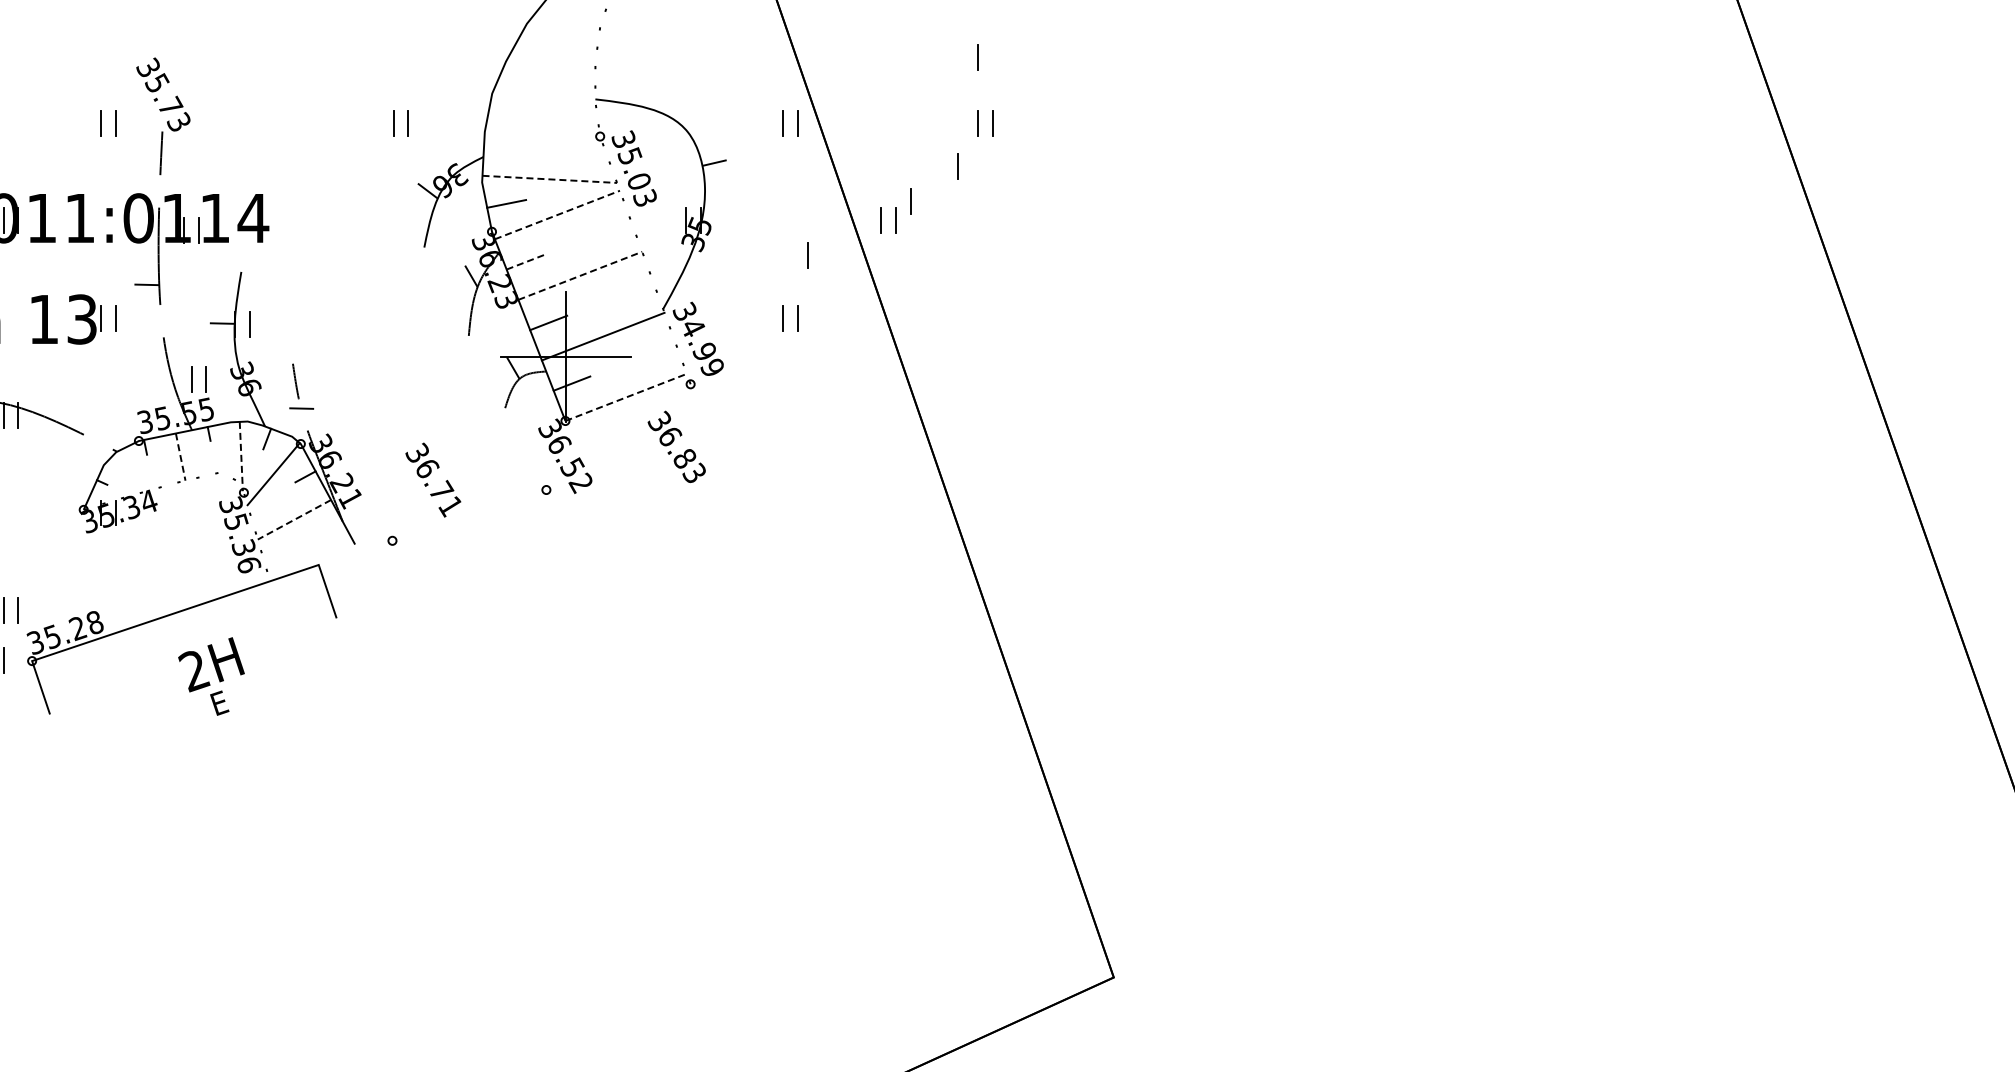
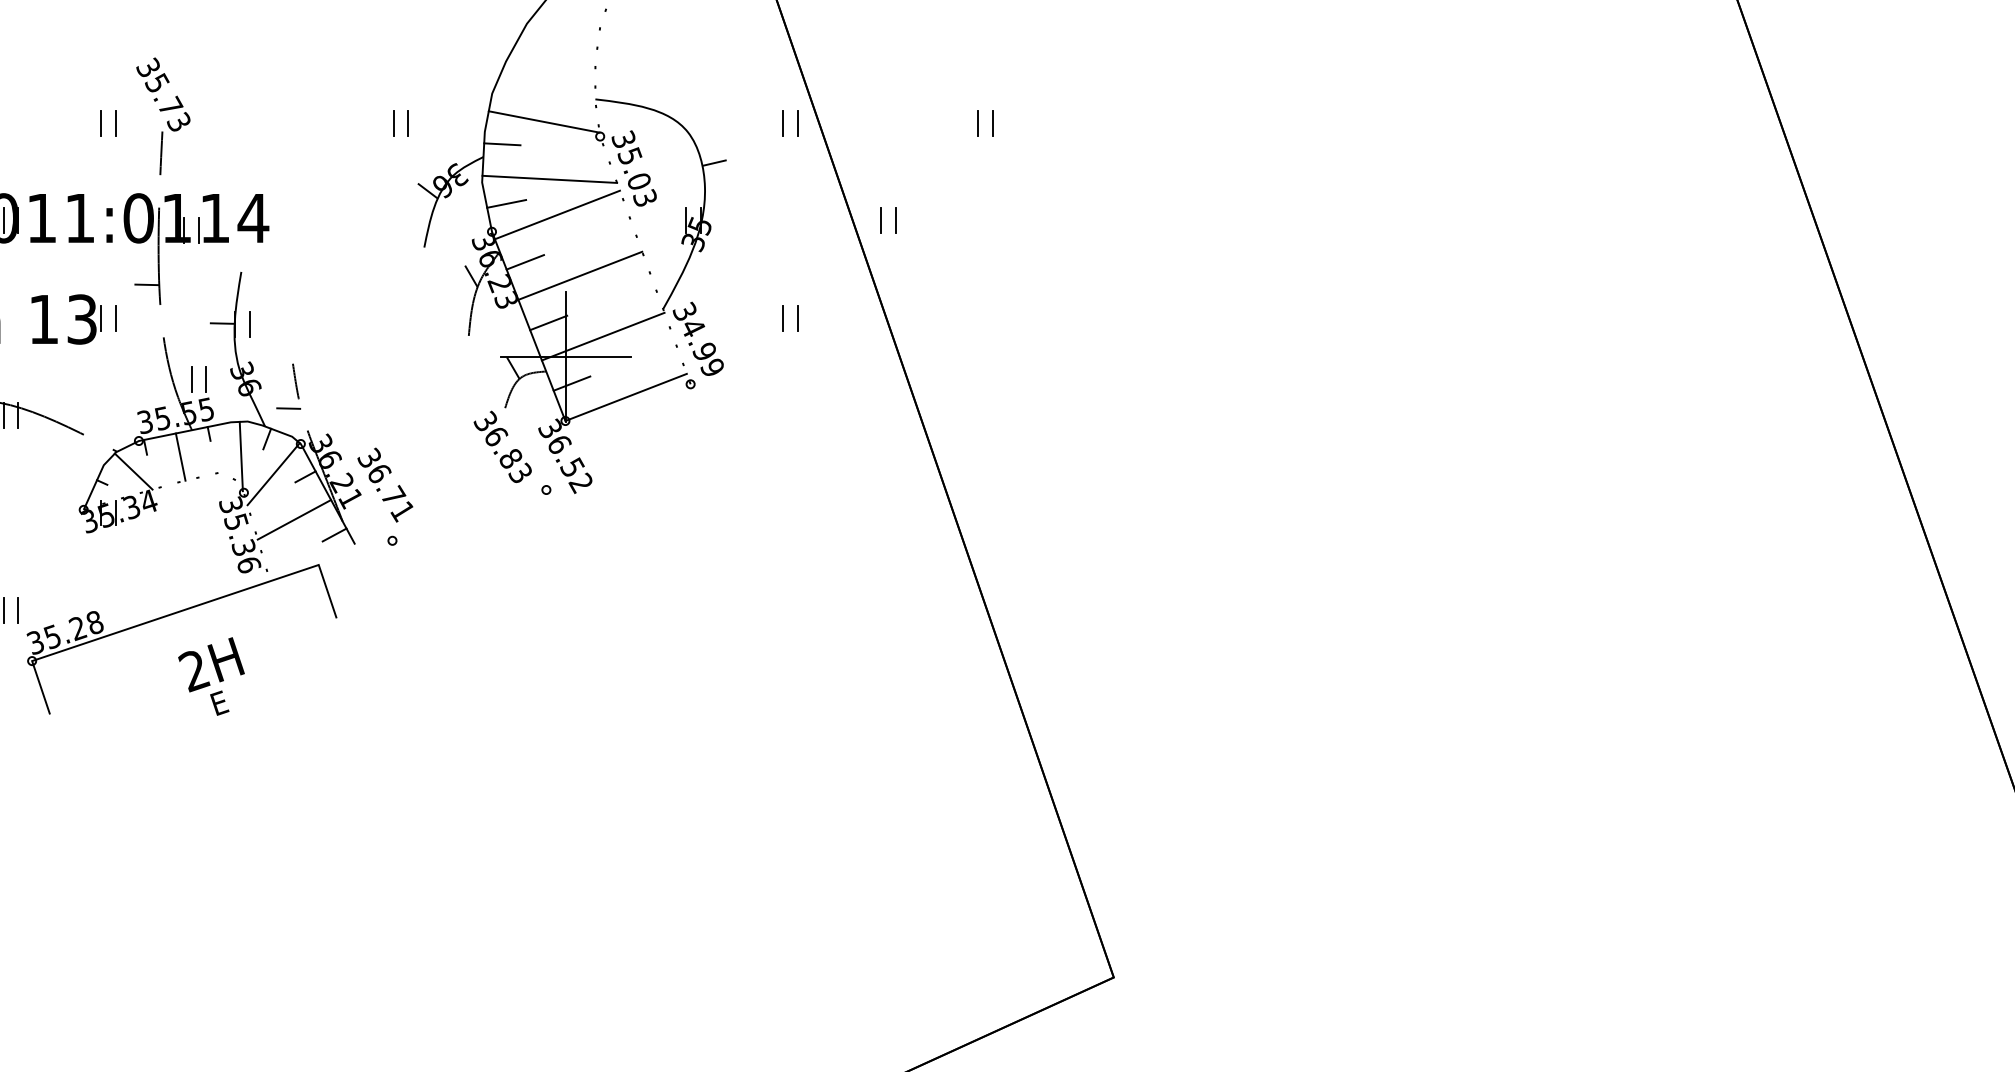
line at (977, 57): present -> none
line at (543, 121): none -> present
line at (502, 144): none -> present
line at (957, 166): present -> none
line at (550, 179): dashed -> solid
line at (910, 201): present -> none
line at (557, 214): dashed -> solid
line at (807, 255): present -> none
line at (525, 262): dashed -> solid
line at (580, 275): dashed -> solid
line at (626, 397): dashed -> solid
line at (301, 408) position: (301, 408) -> (288, 408)
text at (676, 446) position: (676, 446) -> (502, 446)
line at (241, 456): dashed -> solid
line at (180, 457): dashed -> solid
line at (133, 471): none -> present
text at (433, 479) position: (433, 479) -> (385, 484)
line at (294, 519): dashed -> solid
line at (334, 534): none -> present
line at (3, 660): present -> none
